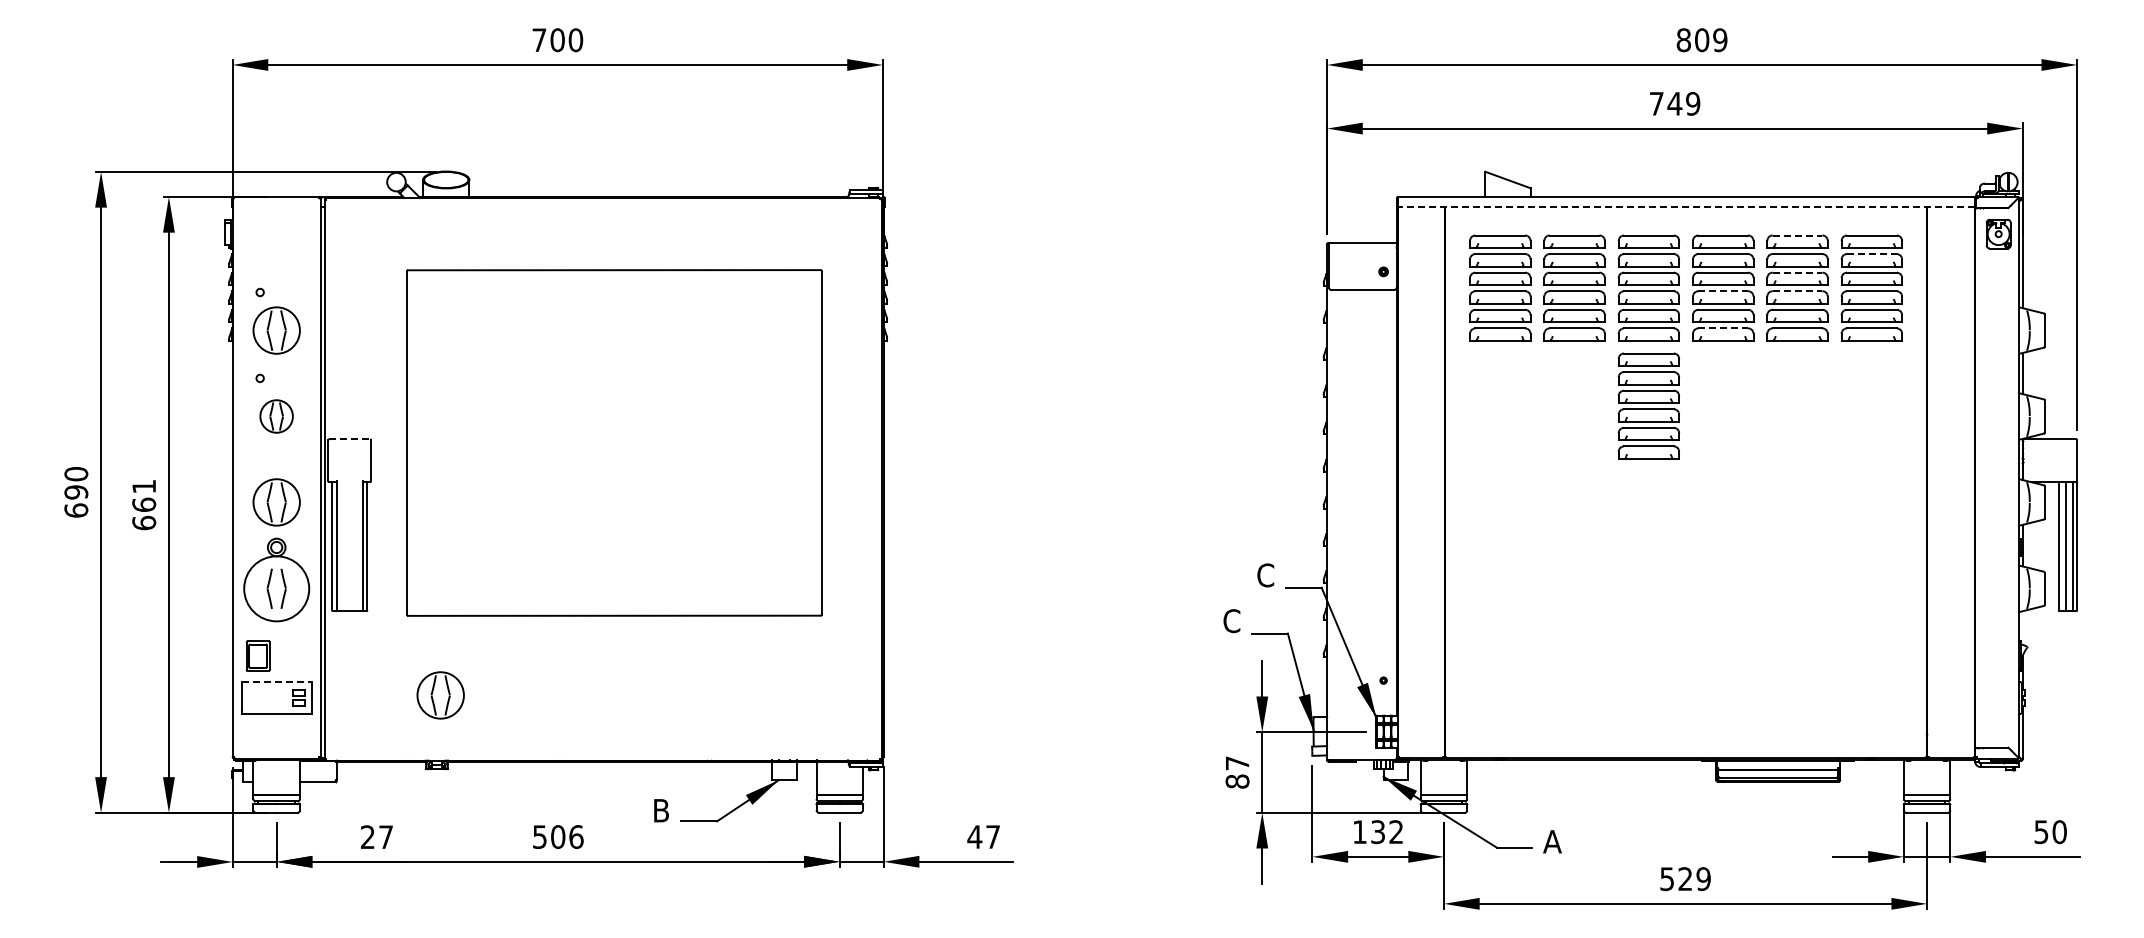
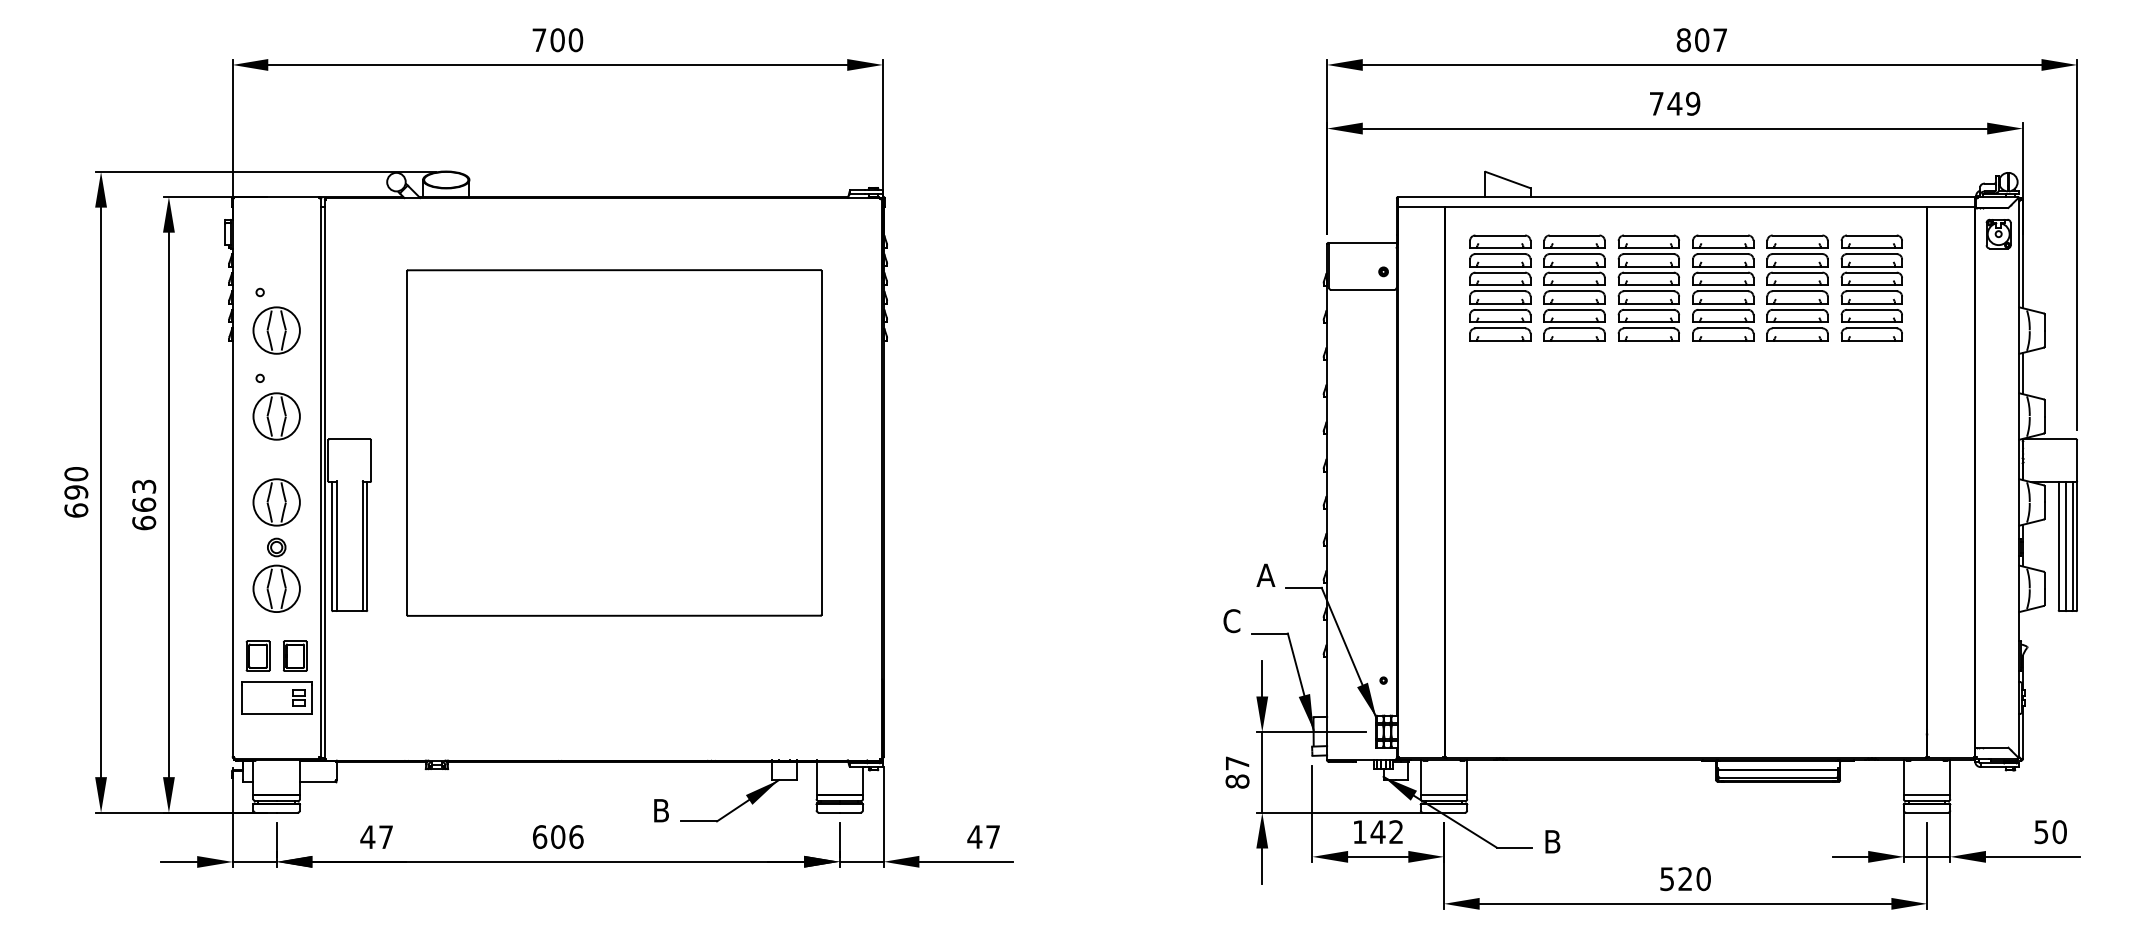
text at (1720, 40): 809 -> 807
line at (1686, 207): dashed -> solid
line at (1797, 235): dashed -> solid
line at (1871, 254): dashed -> solid
line at (1797, 272): dashed -> solid
line at (1723, 291): dashed -> solid
line at (1797, 291): dashed -> solid
line at (1723, 328): dashed -> solid
part at (1648, 405): present -> none
part at (276, 416) size: 35x35 px -> 49x49 px
line at (350, 439): dashed -> solid
text at (144, 486): 661 -> 663
text at (1265, 575): C -> A
circle at (276, 588) diameter: 65 px -> 46 px
part at (294, 655): none -> present
line at (276, 682): dashed -> solid
part at (440, 695): present -> none
text at (1377, 832): 132 -> 142
text at (367, 836): 27 -> 47
text at (540, 837): 506 -> 606
text at (1552, 841): A -> B
text at (1703, 879): 529 -> 520
